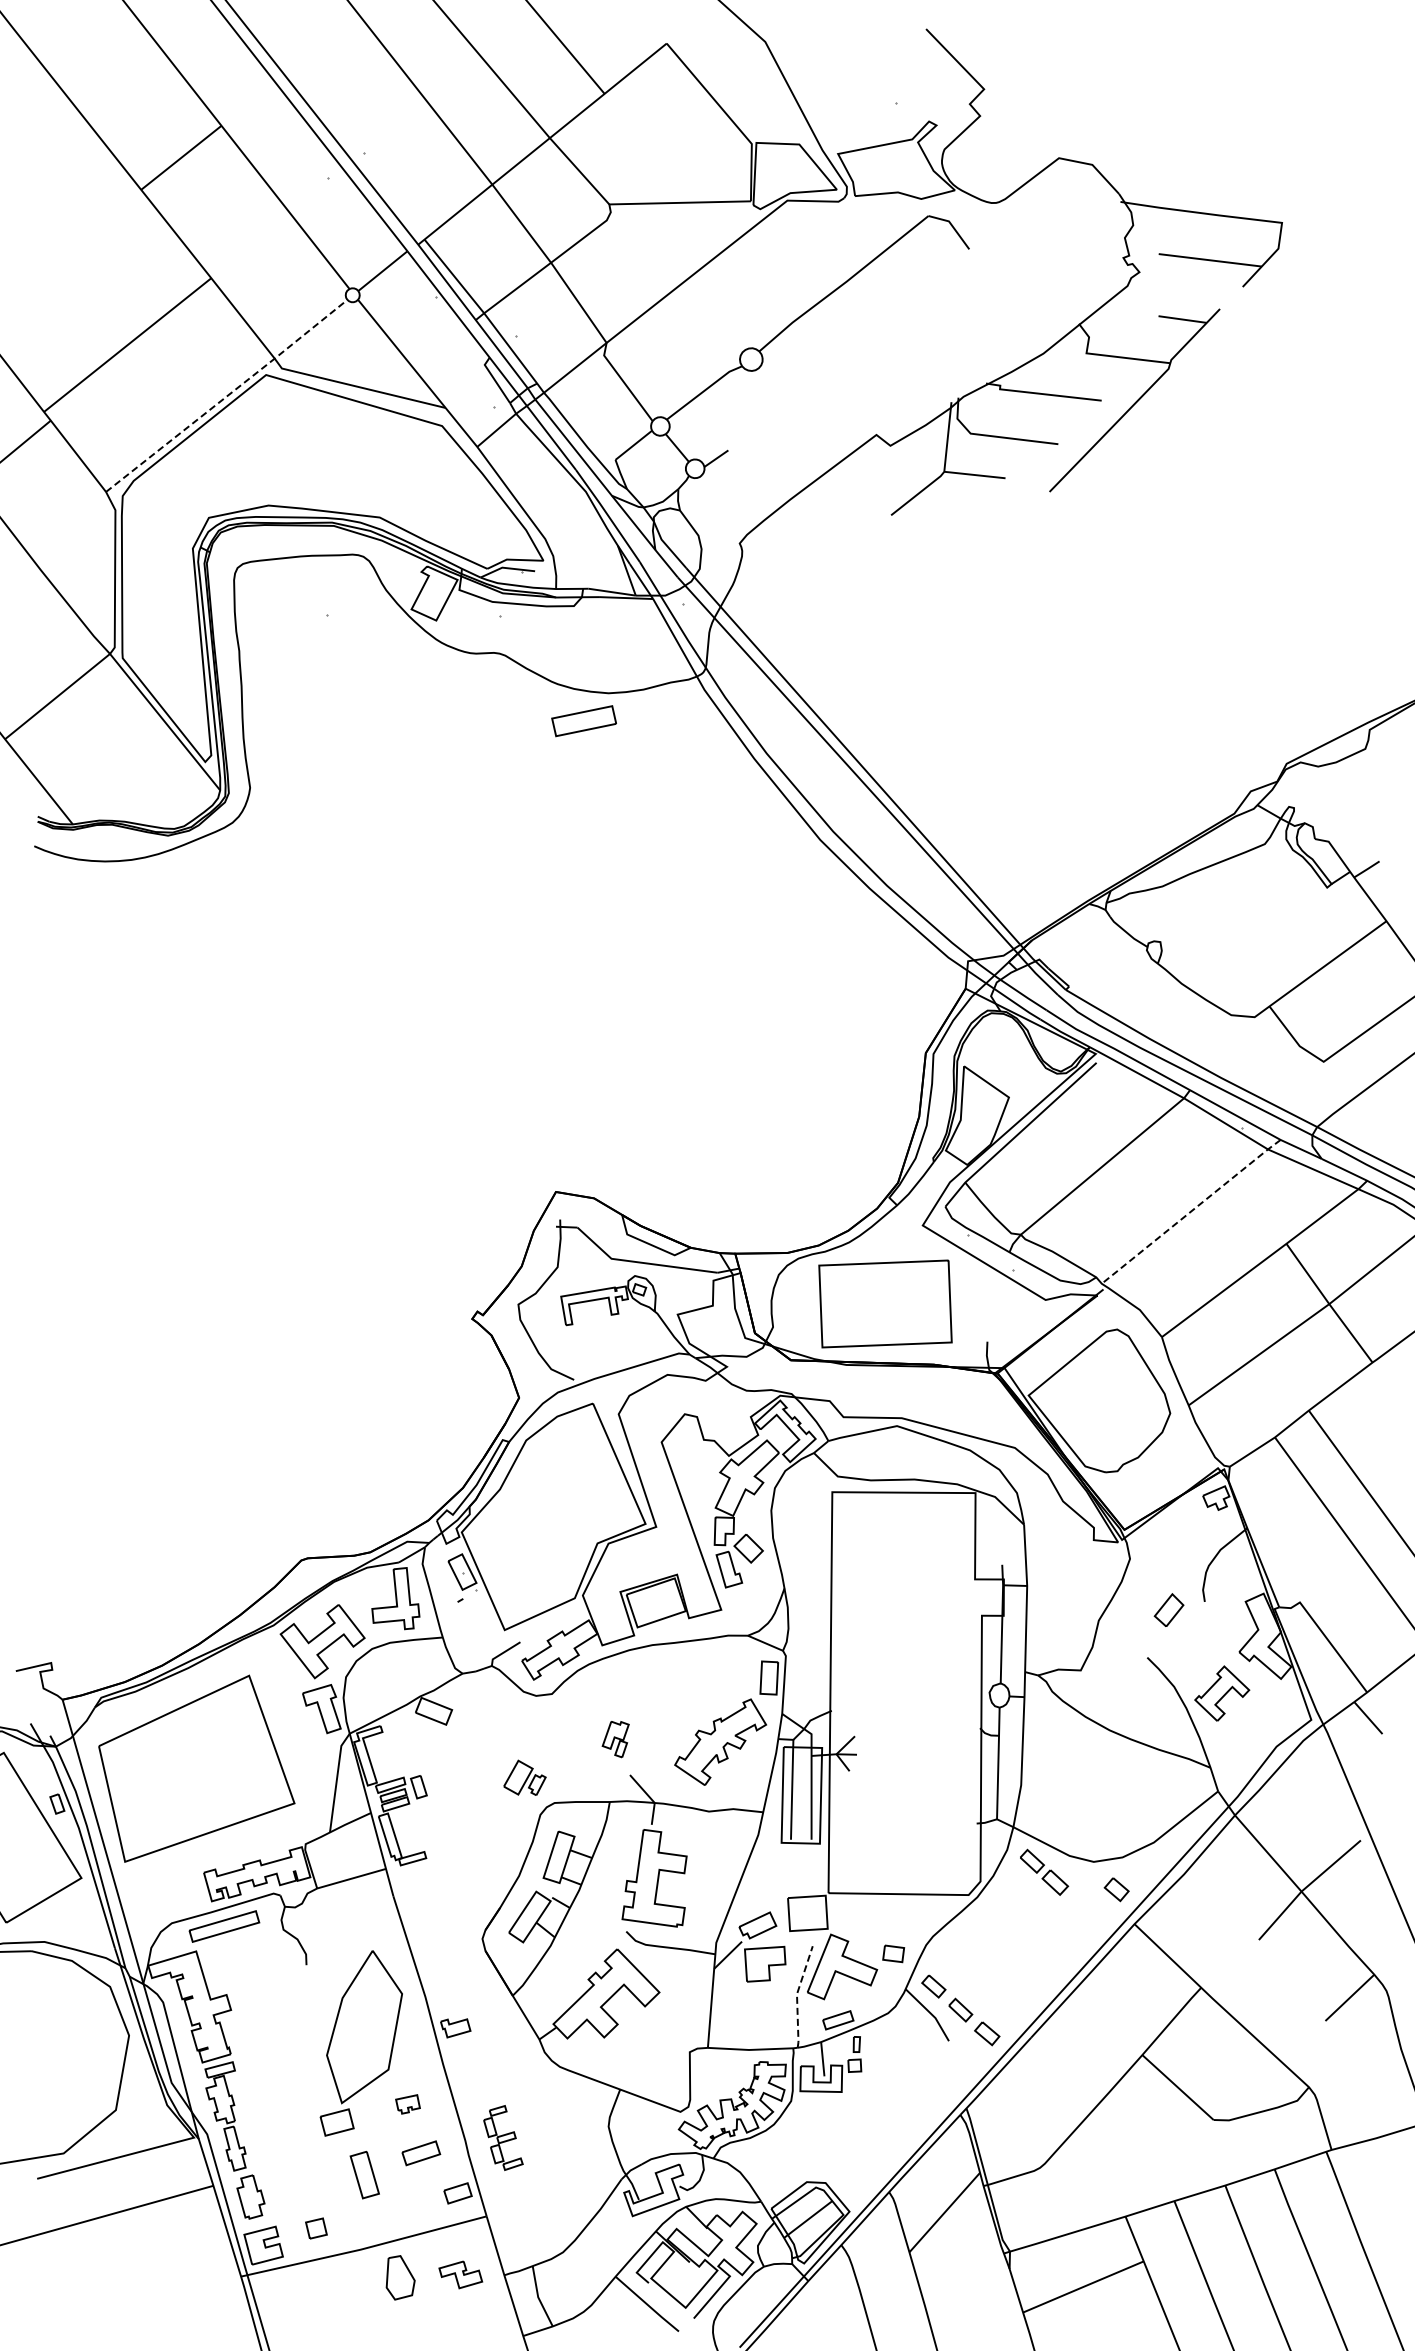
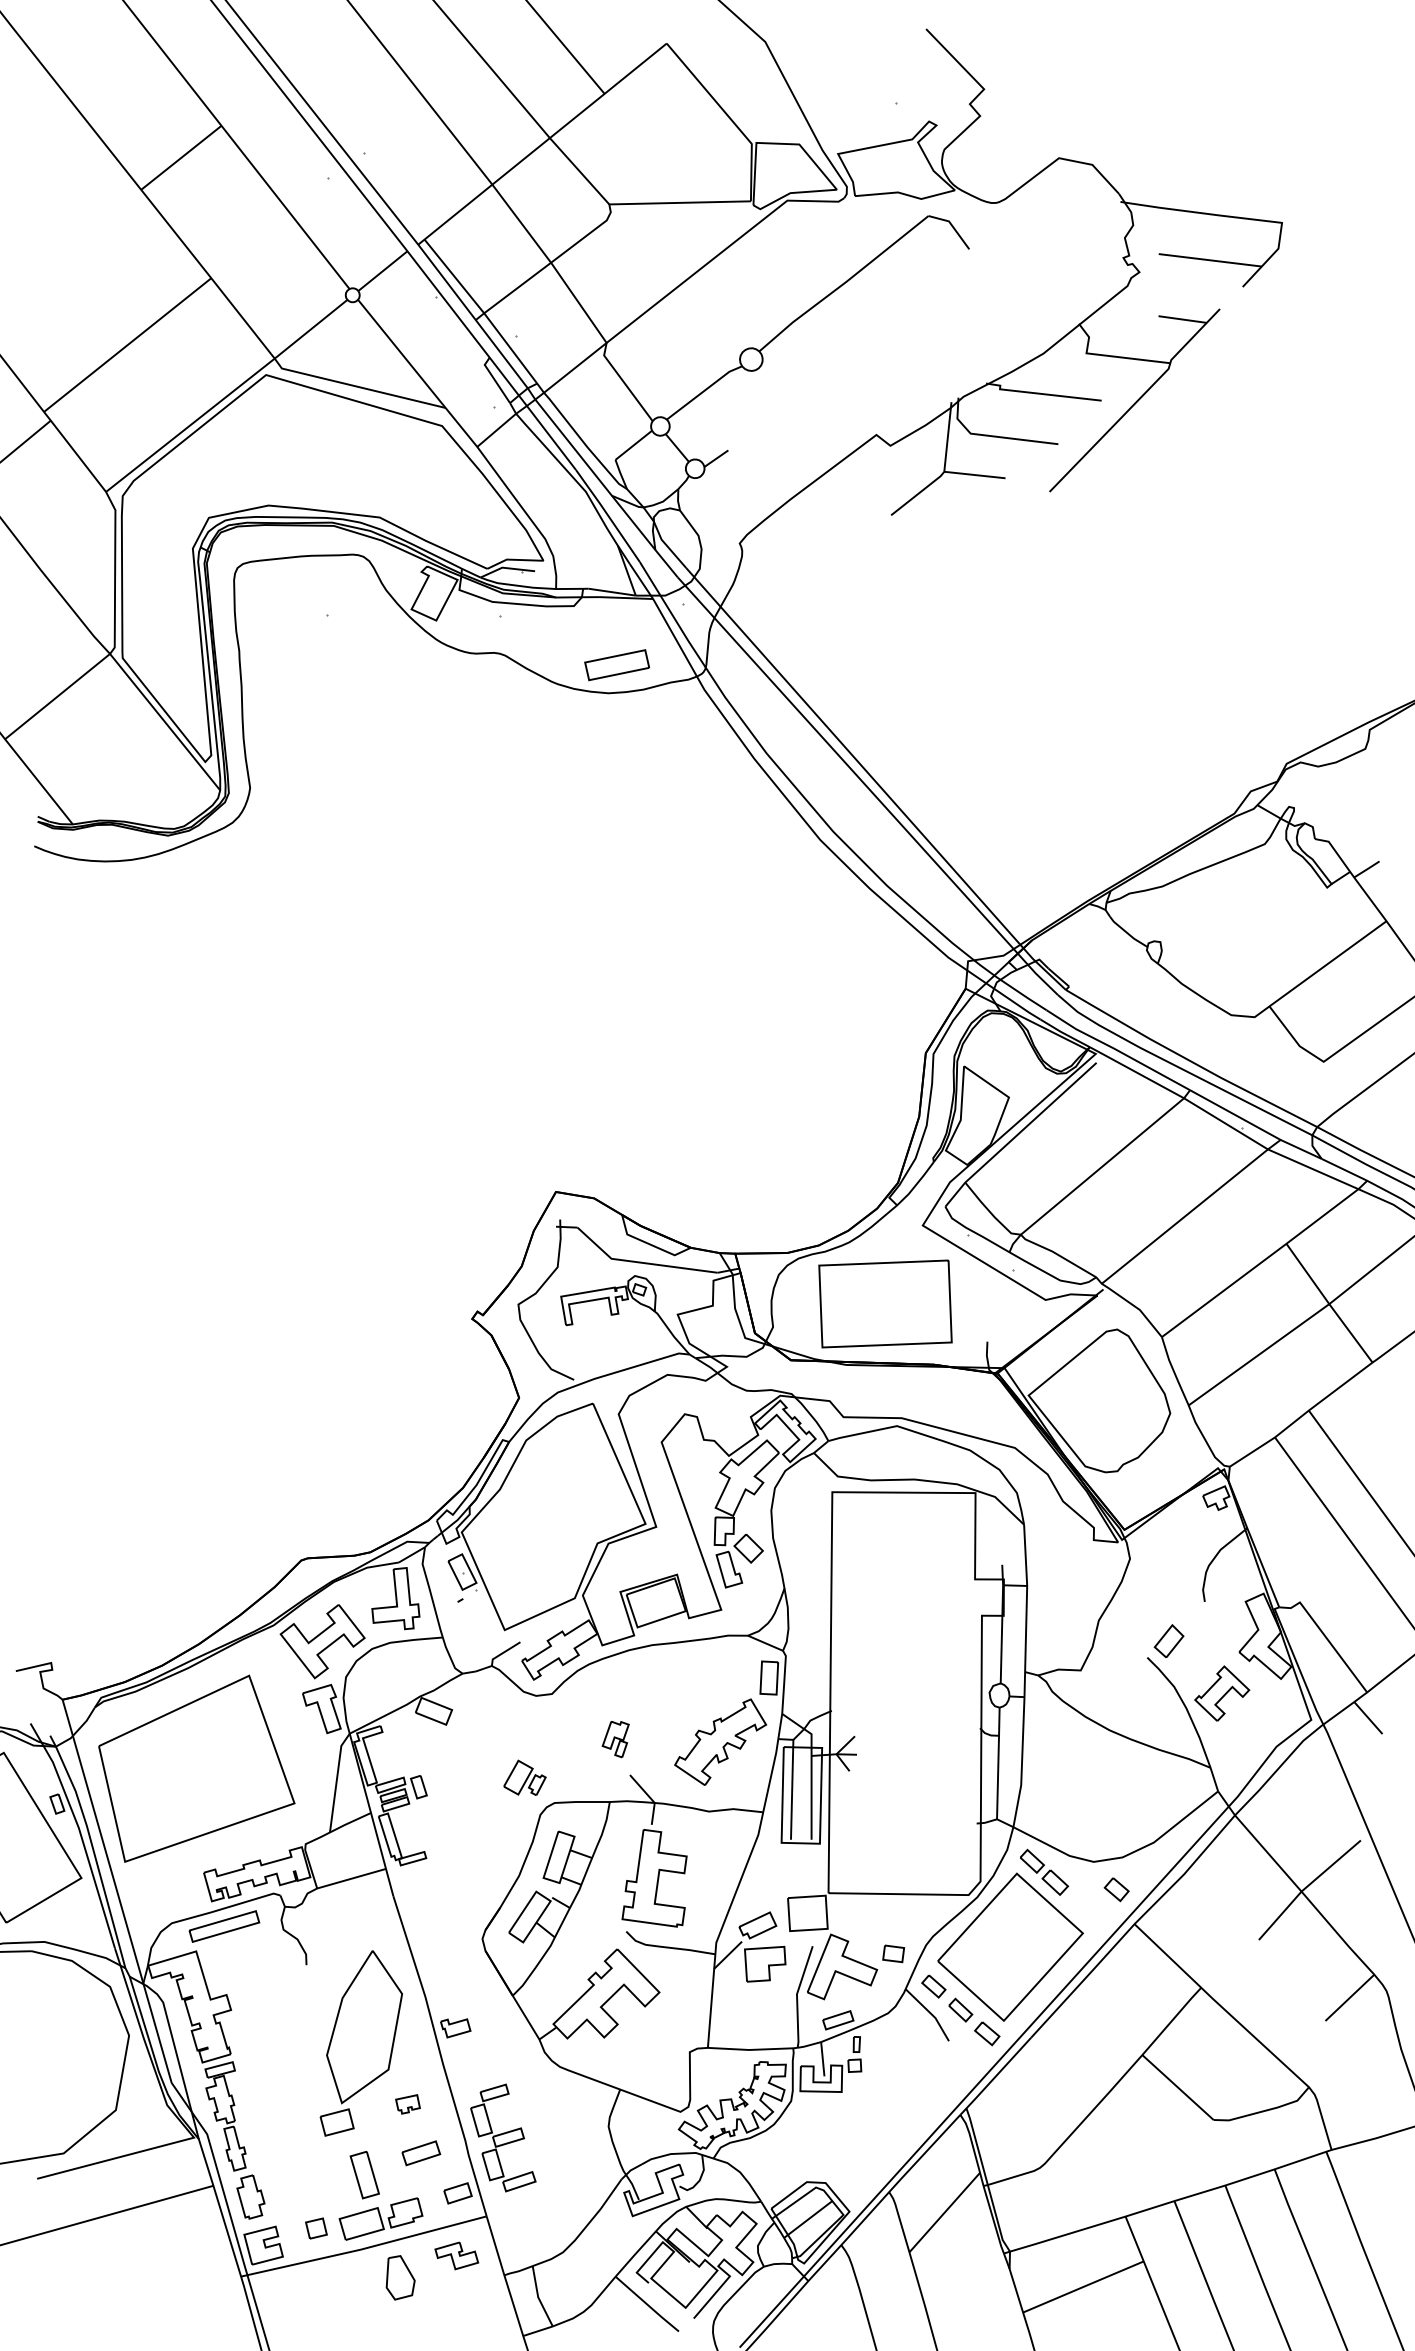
line at (227, 395): dashed -> solid
part at (583, 721) position: (583, 721) -> (616, 665)
line at (1191, 1211): dashed -> solid
part at (1168, 1609) position: (1168, 1609) -> (1168, 1640)
part at (1010, 1946): none -> present
line at (797, 1995): dashed -> solid
part at (503, 2137) size: 41x66 px -> 67x110 px
part at (380, 2218): none -> present
part at (460, 2274) position: (460, 2274) -> (456, 2255)
